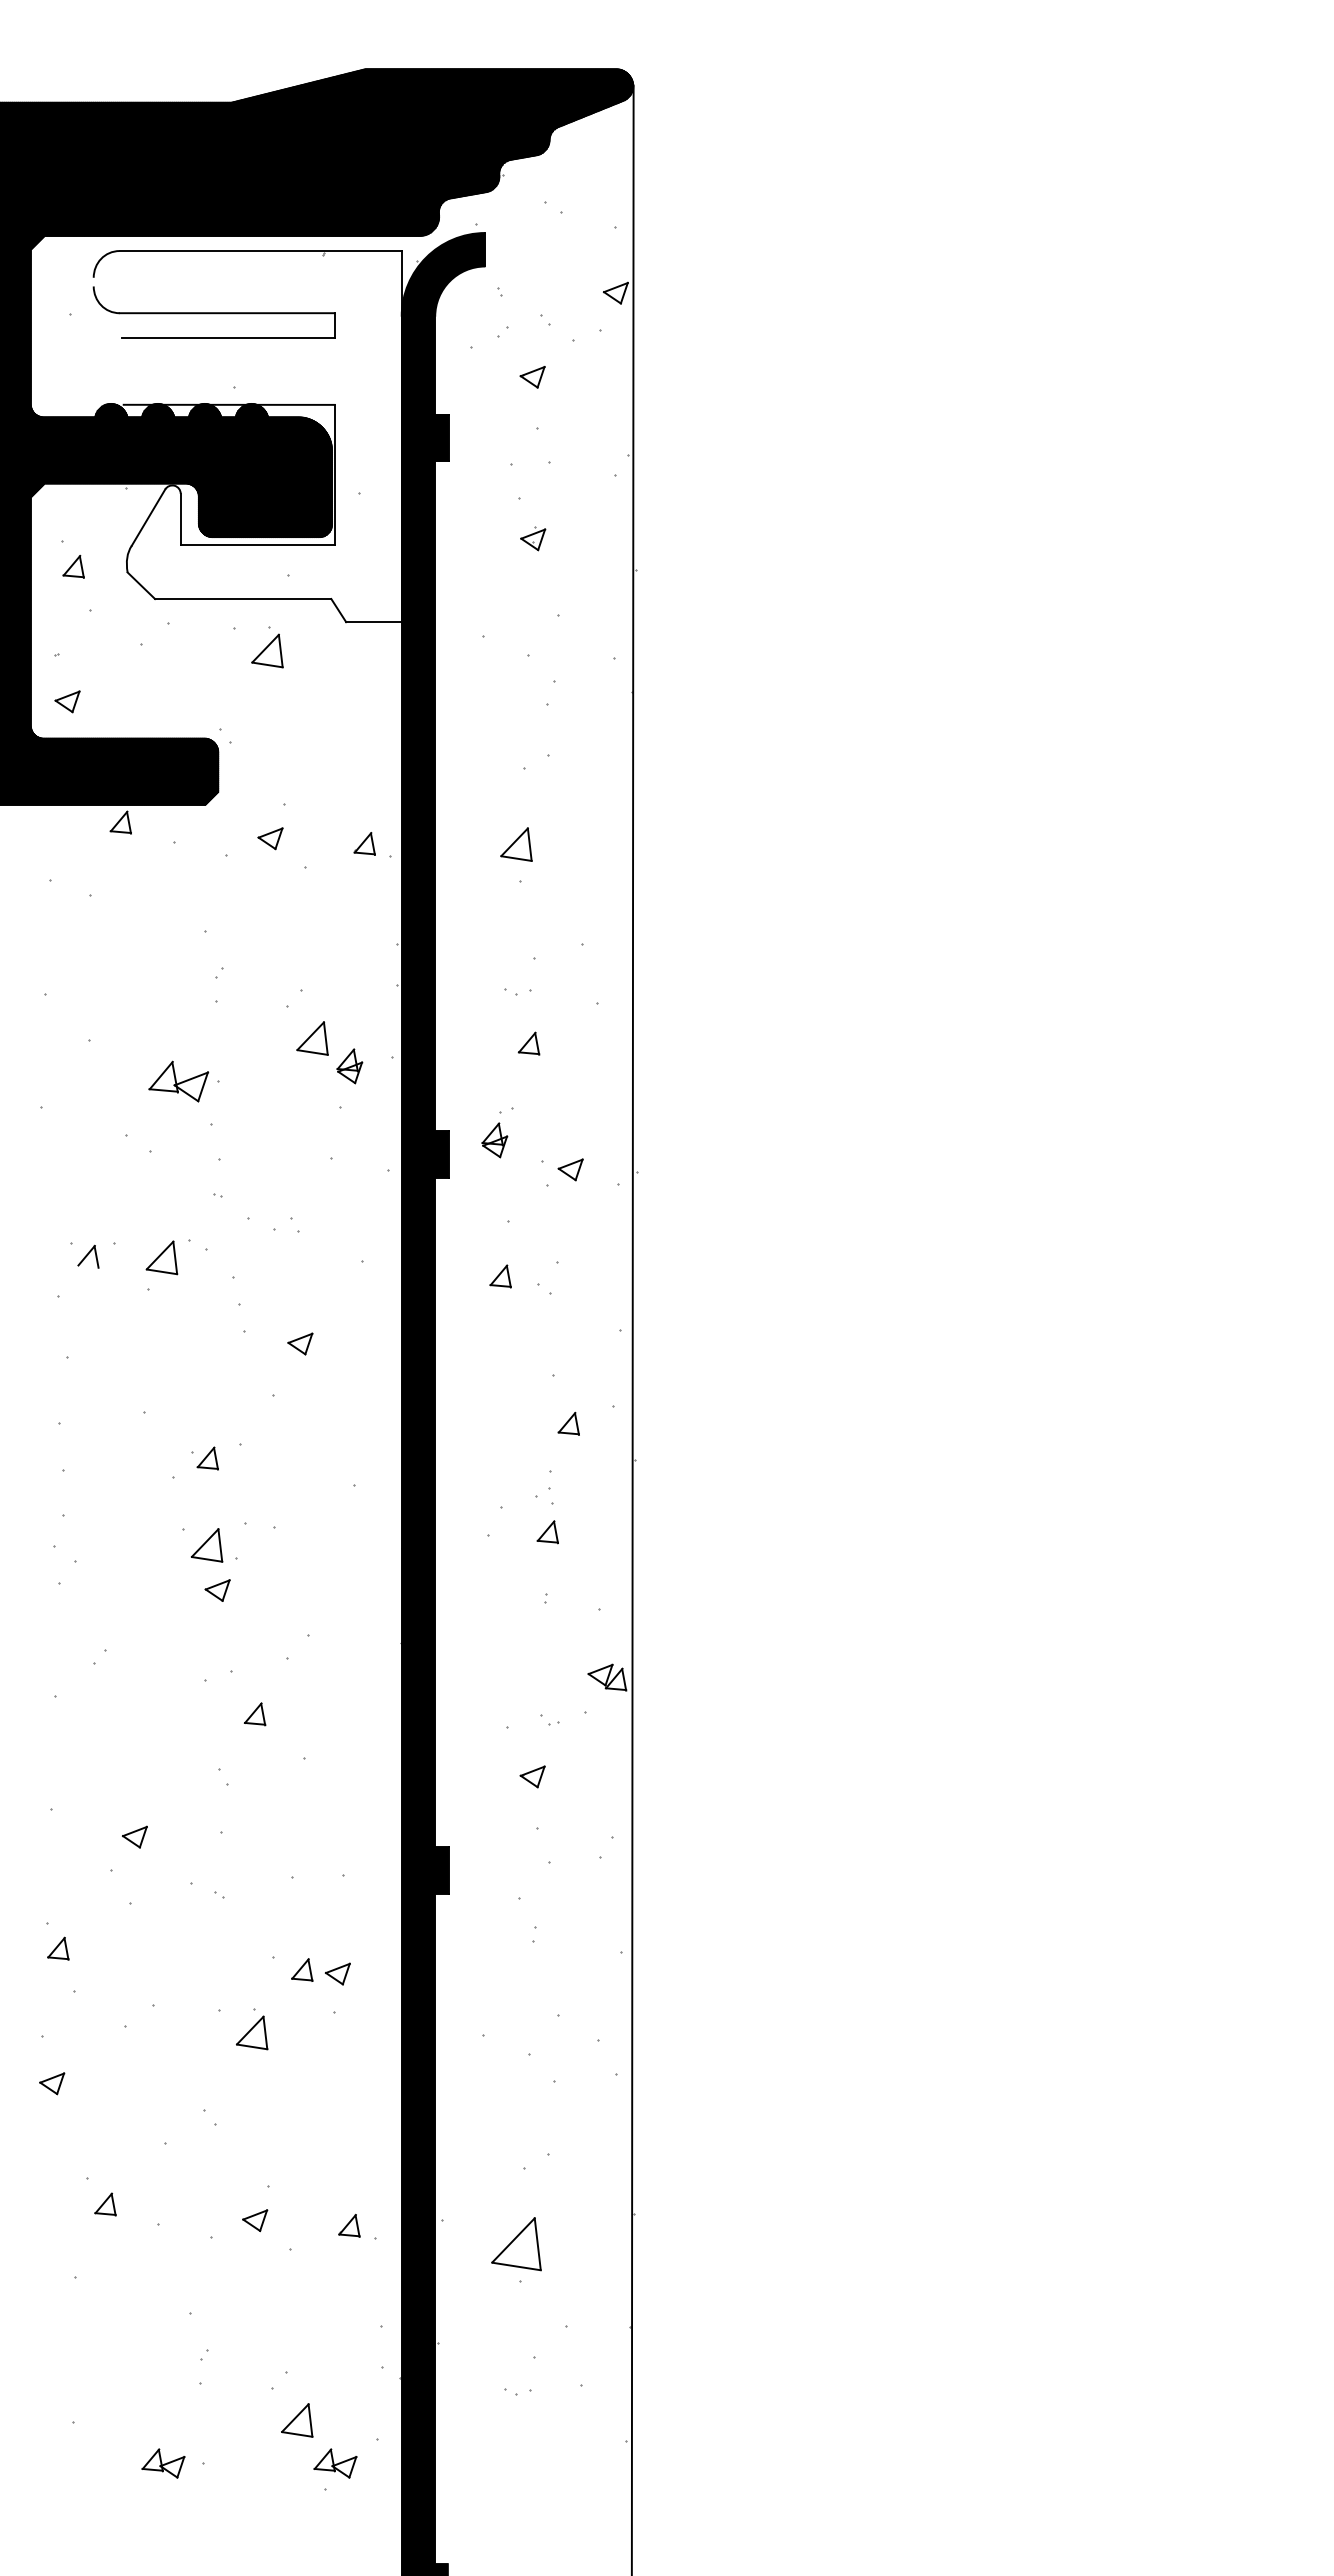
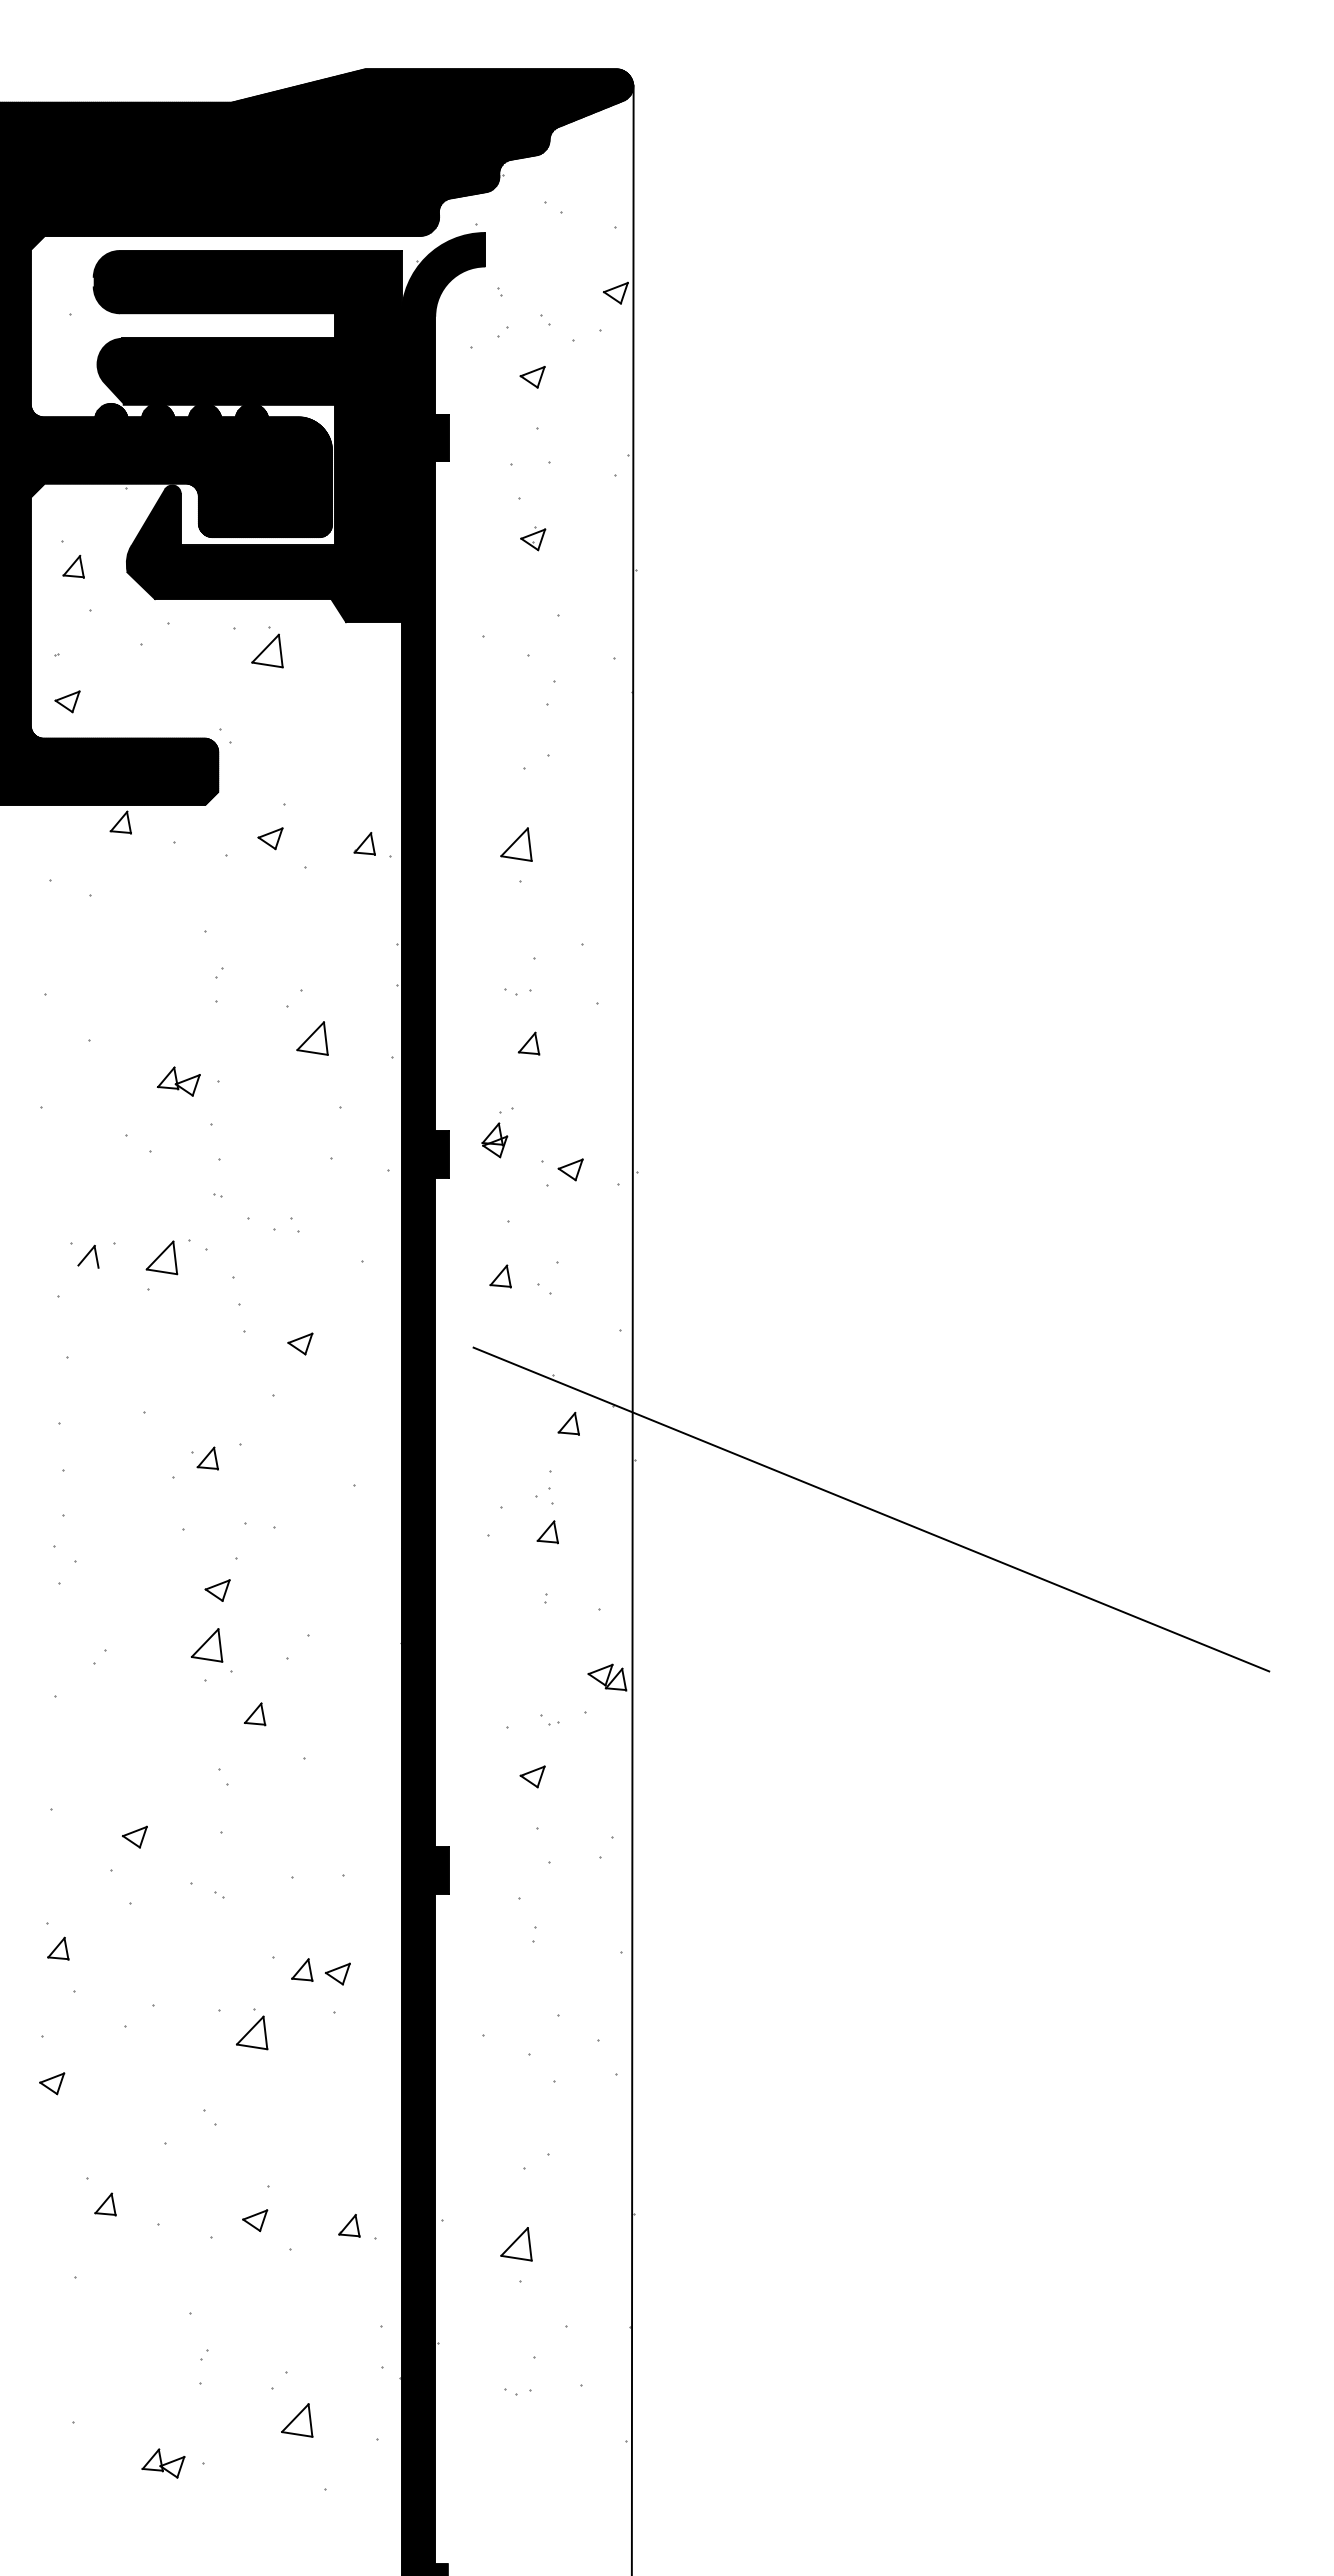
fill at (247, 436): none -> present
part at (349, 1066): present -> none
part at (178, 1081) size: 62x43 px -> 44x31 px
line at (871, 1509): none -> present
part at (206, 1545) position: (206, 1545) -> (206, 1645)
part at (516, 2244) size: 51x55 px -> 33x35 px
part at (335, 2463): present -> none
